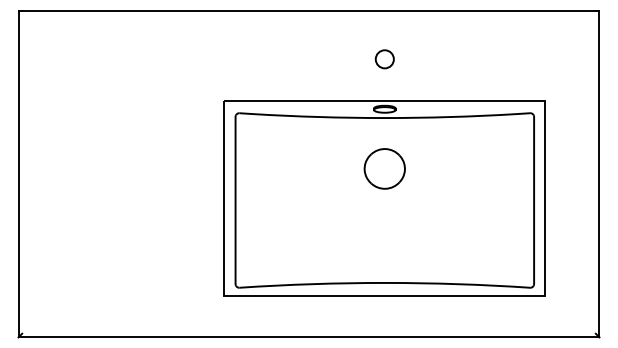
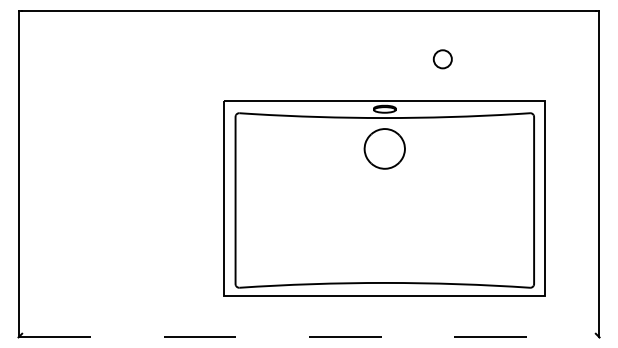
circle at (384, 59) position: (384, 59) -> (442, 59)
part at (384, 168) position: (384, 168) -> (384, 148)
line at (309, 337): solid -> dashed
